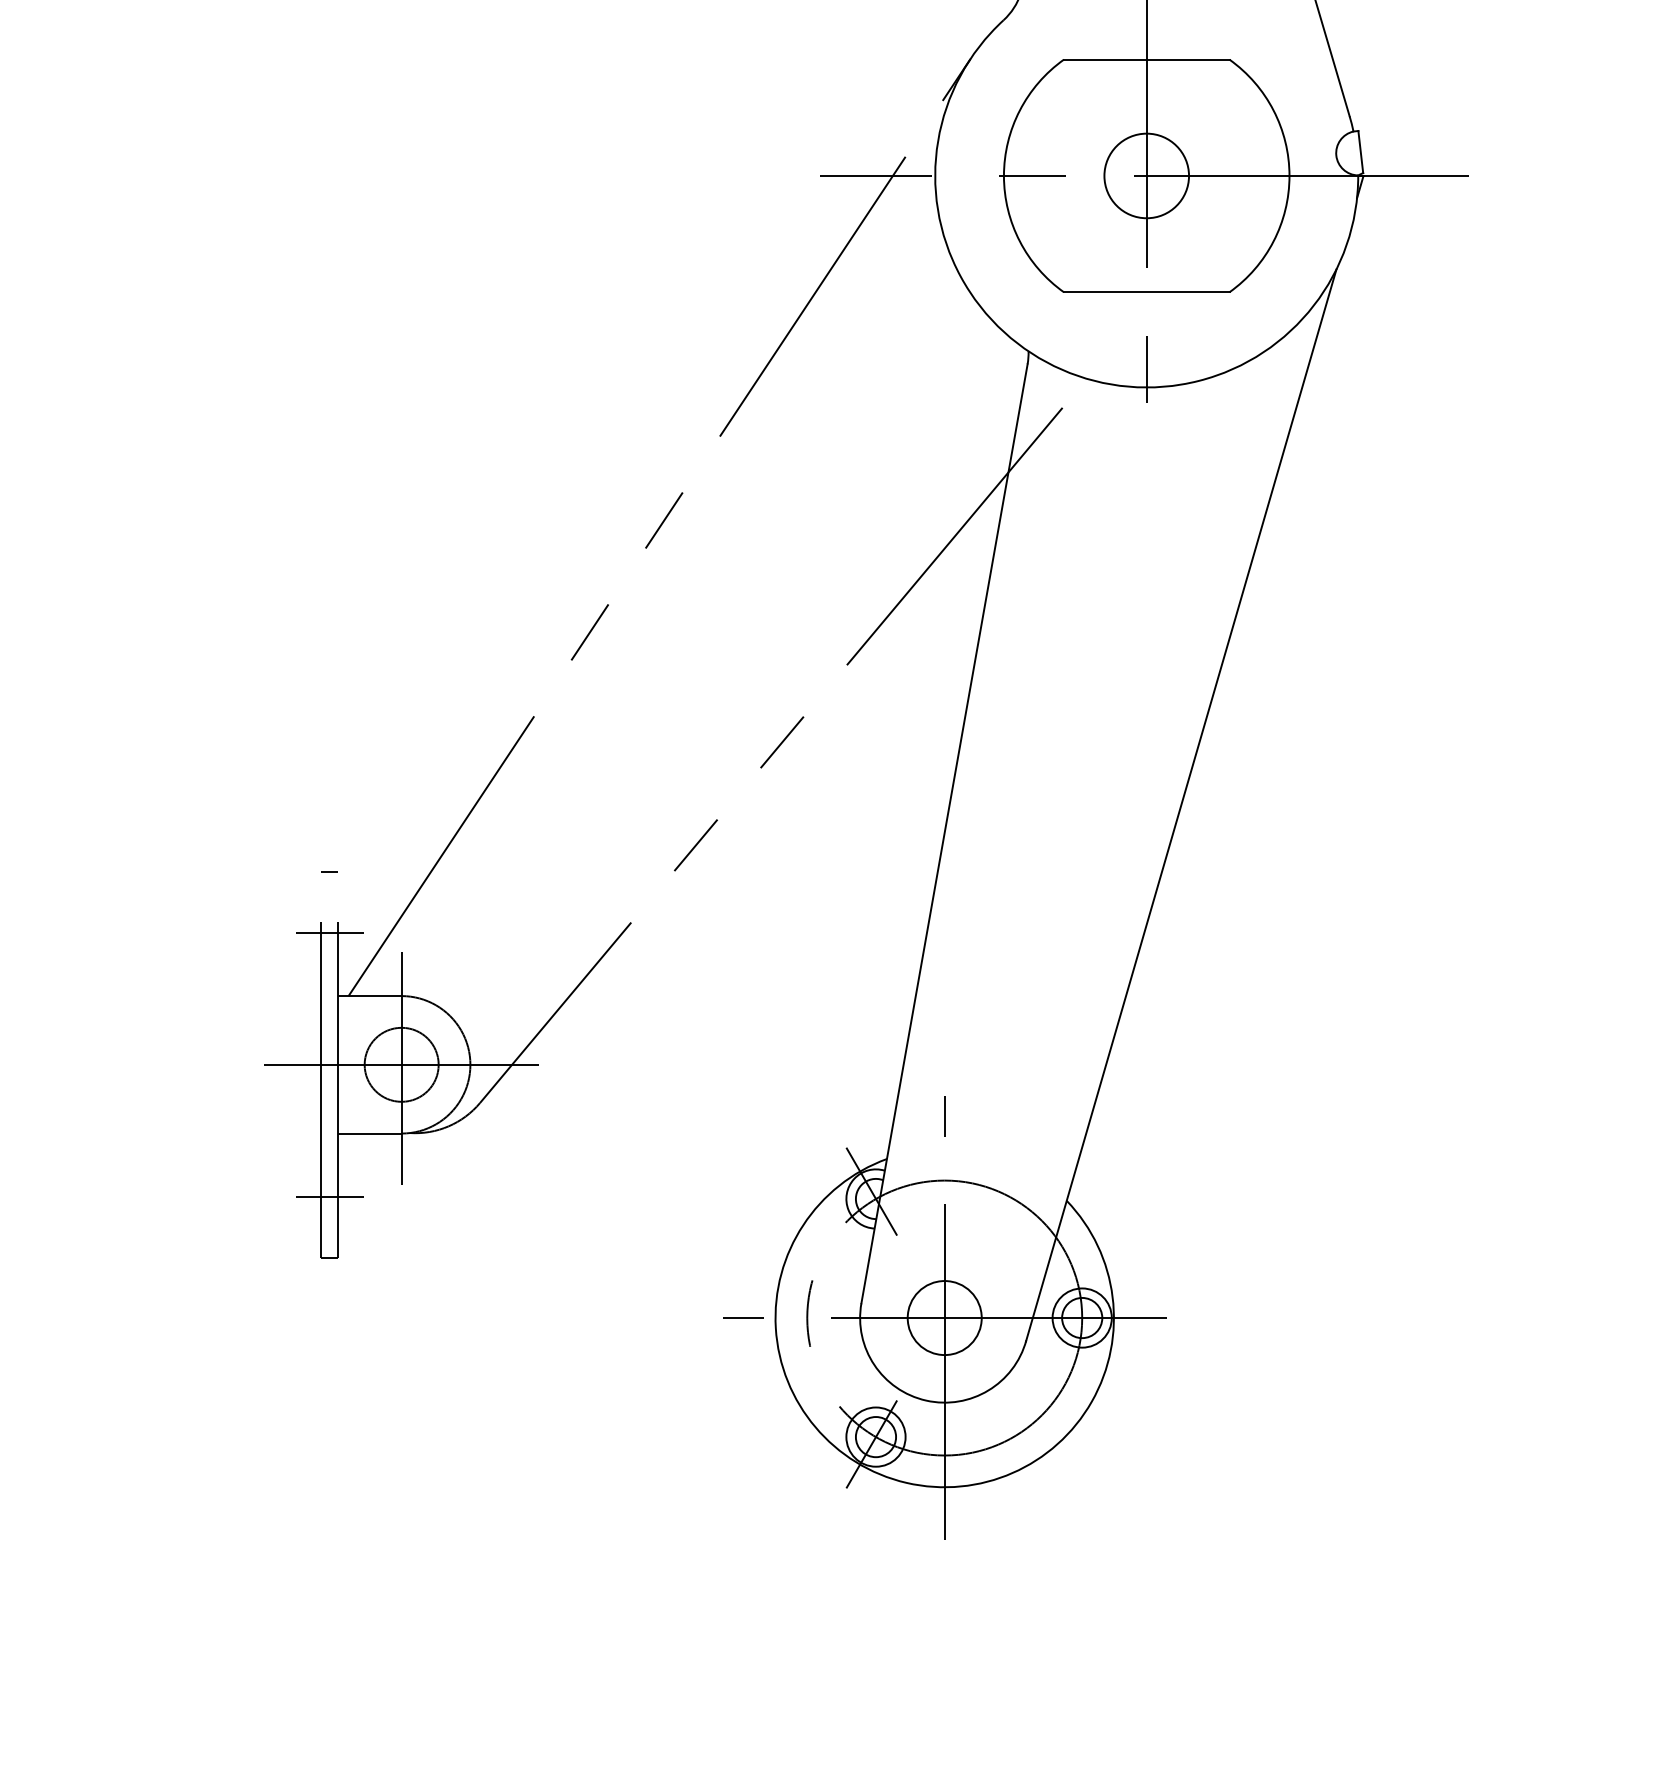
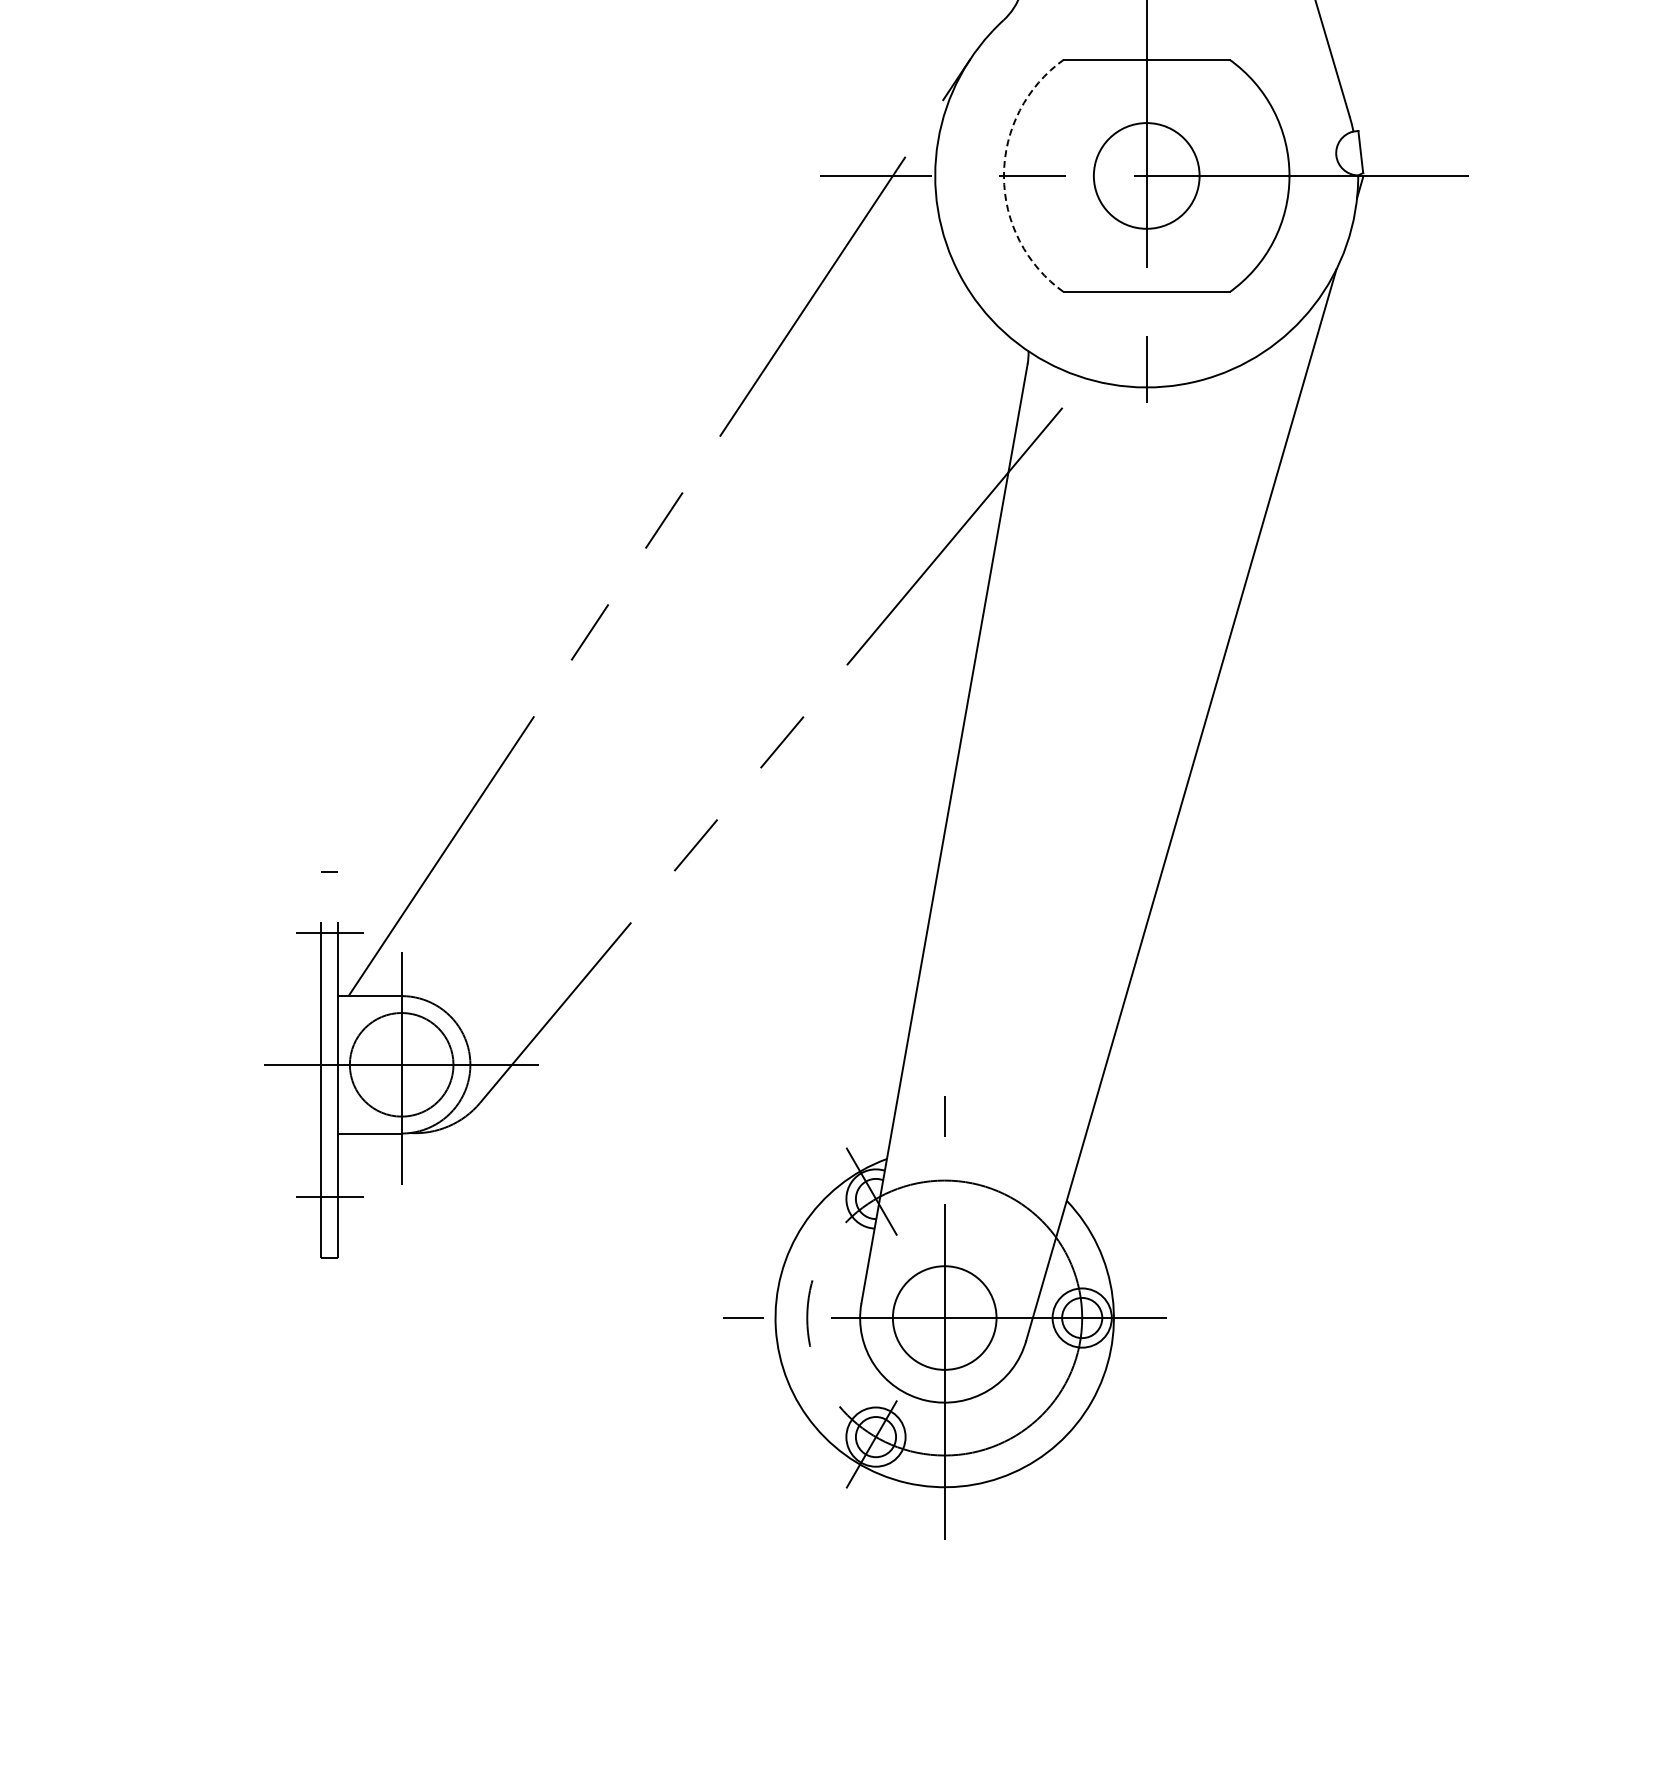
arc at (1003, 175): solid -> dashed
circle at (1146, 175) diameter: 85 px -> 106 px
circle at (401, 1064) diameter: 74 px -> 104 px
circle at (944, 1318) diameter: 74 px -> 104 px
